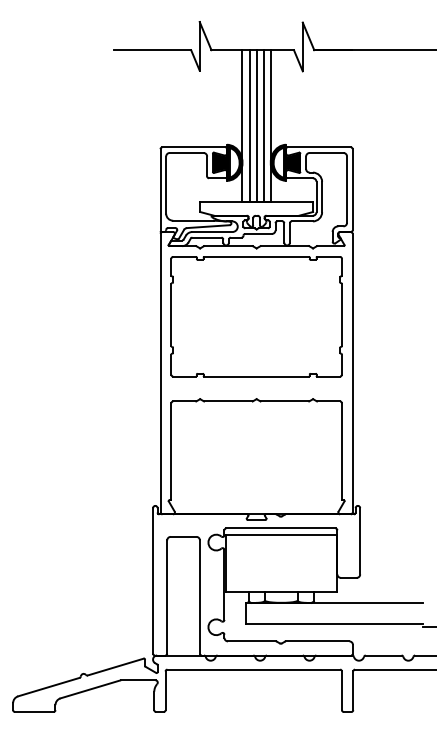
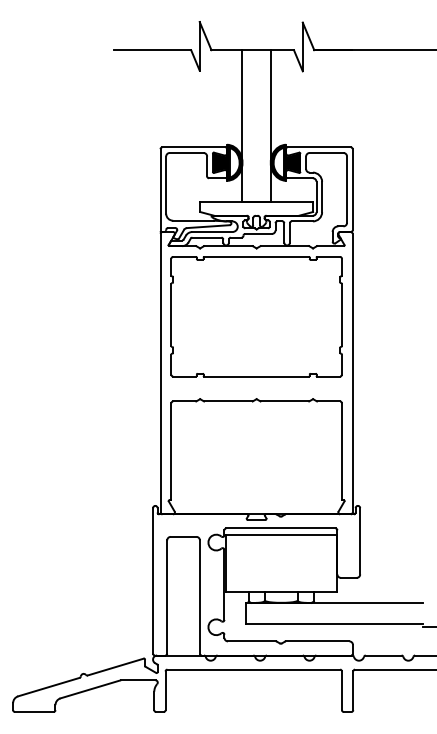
line at (249, 125): present -> none
line at (256, 125): present -> none
line at (263, 125): present -> none
